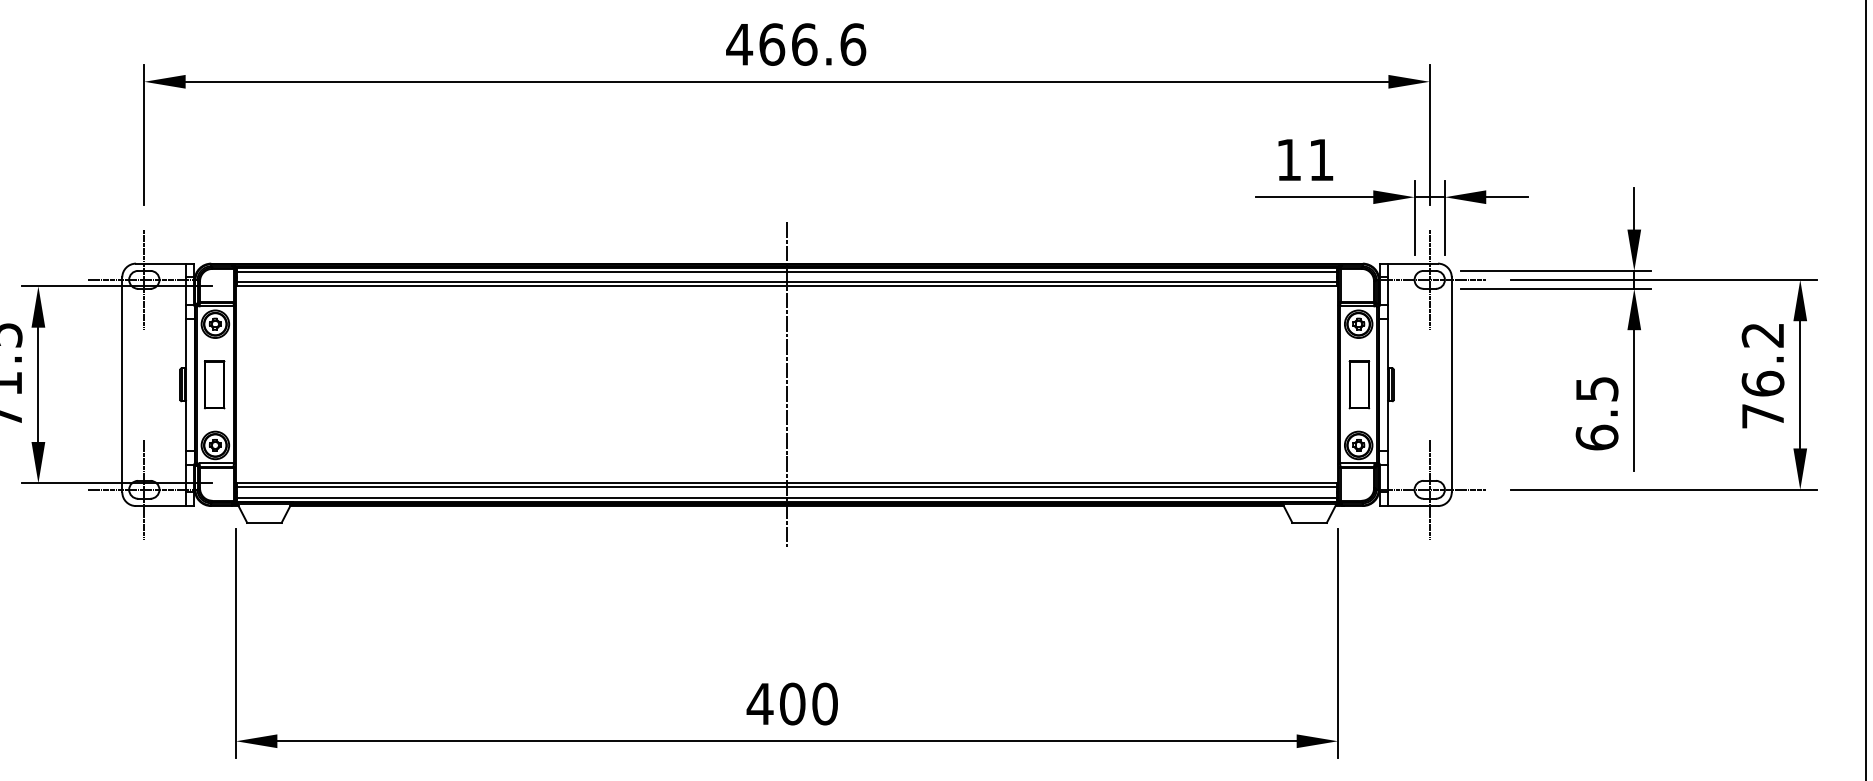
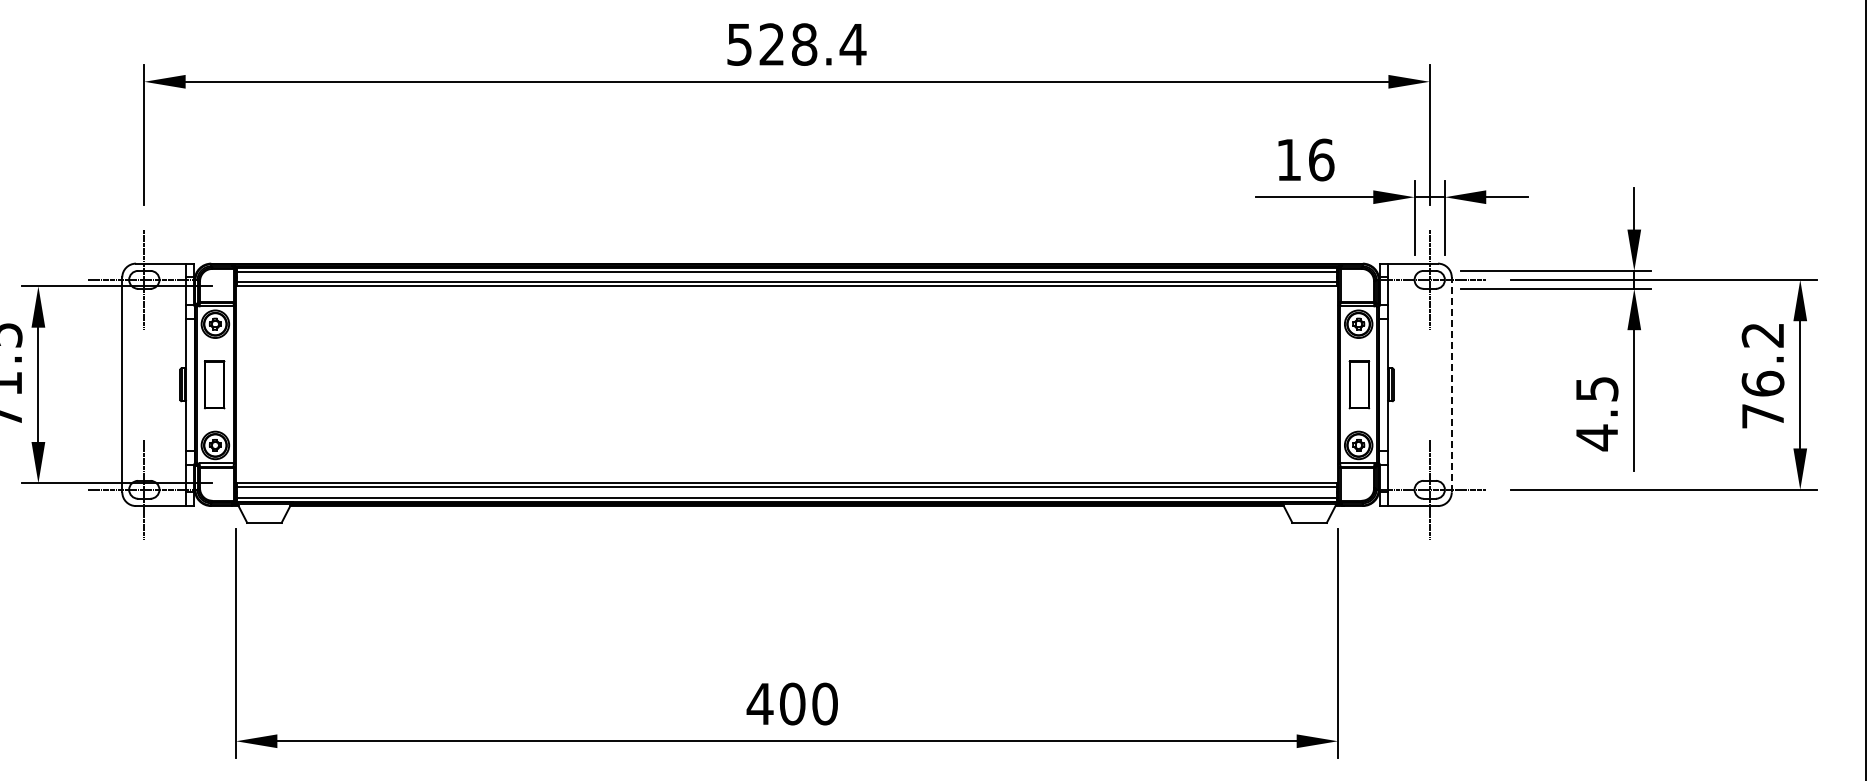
text at (796, 44): 466.6 -> 528.4
text at (1321, 159): 11 -> 16
line at (787, 384): present -> none
line at (1451, 384): solid -> dashed
text at (1596, 437): 6.5 -> 4.5
